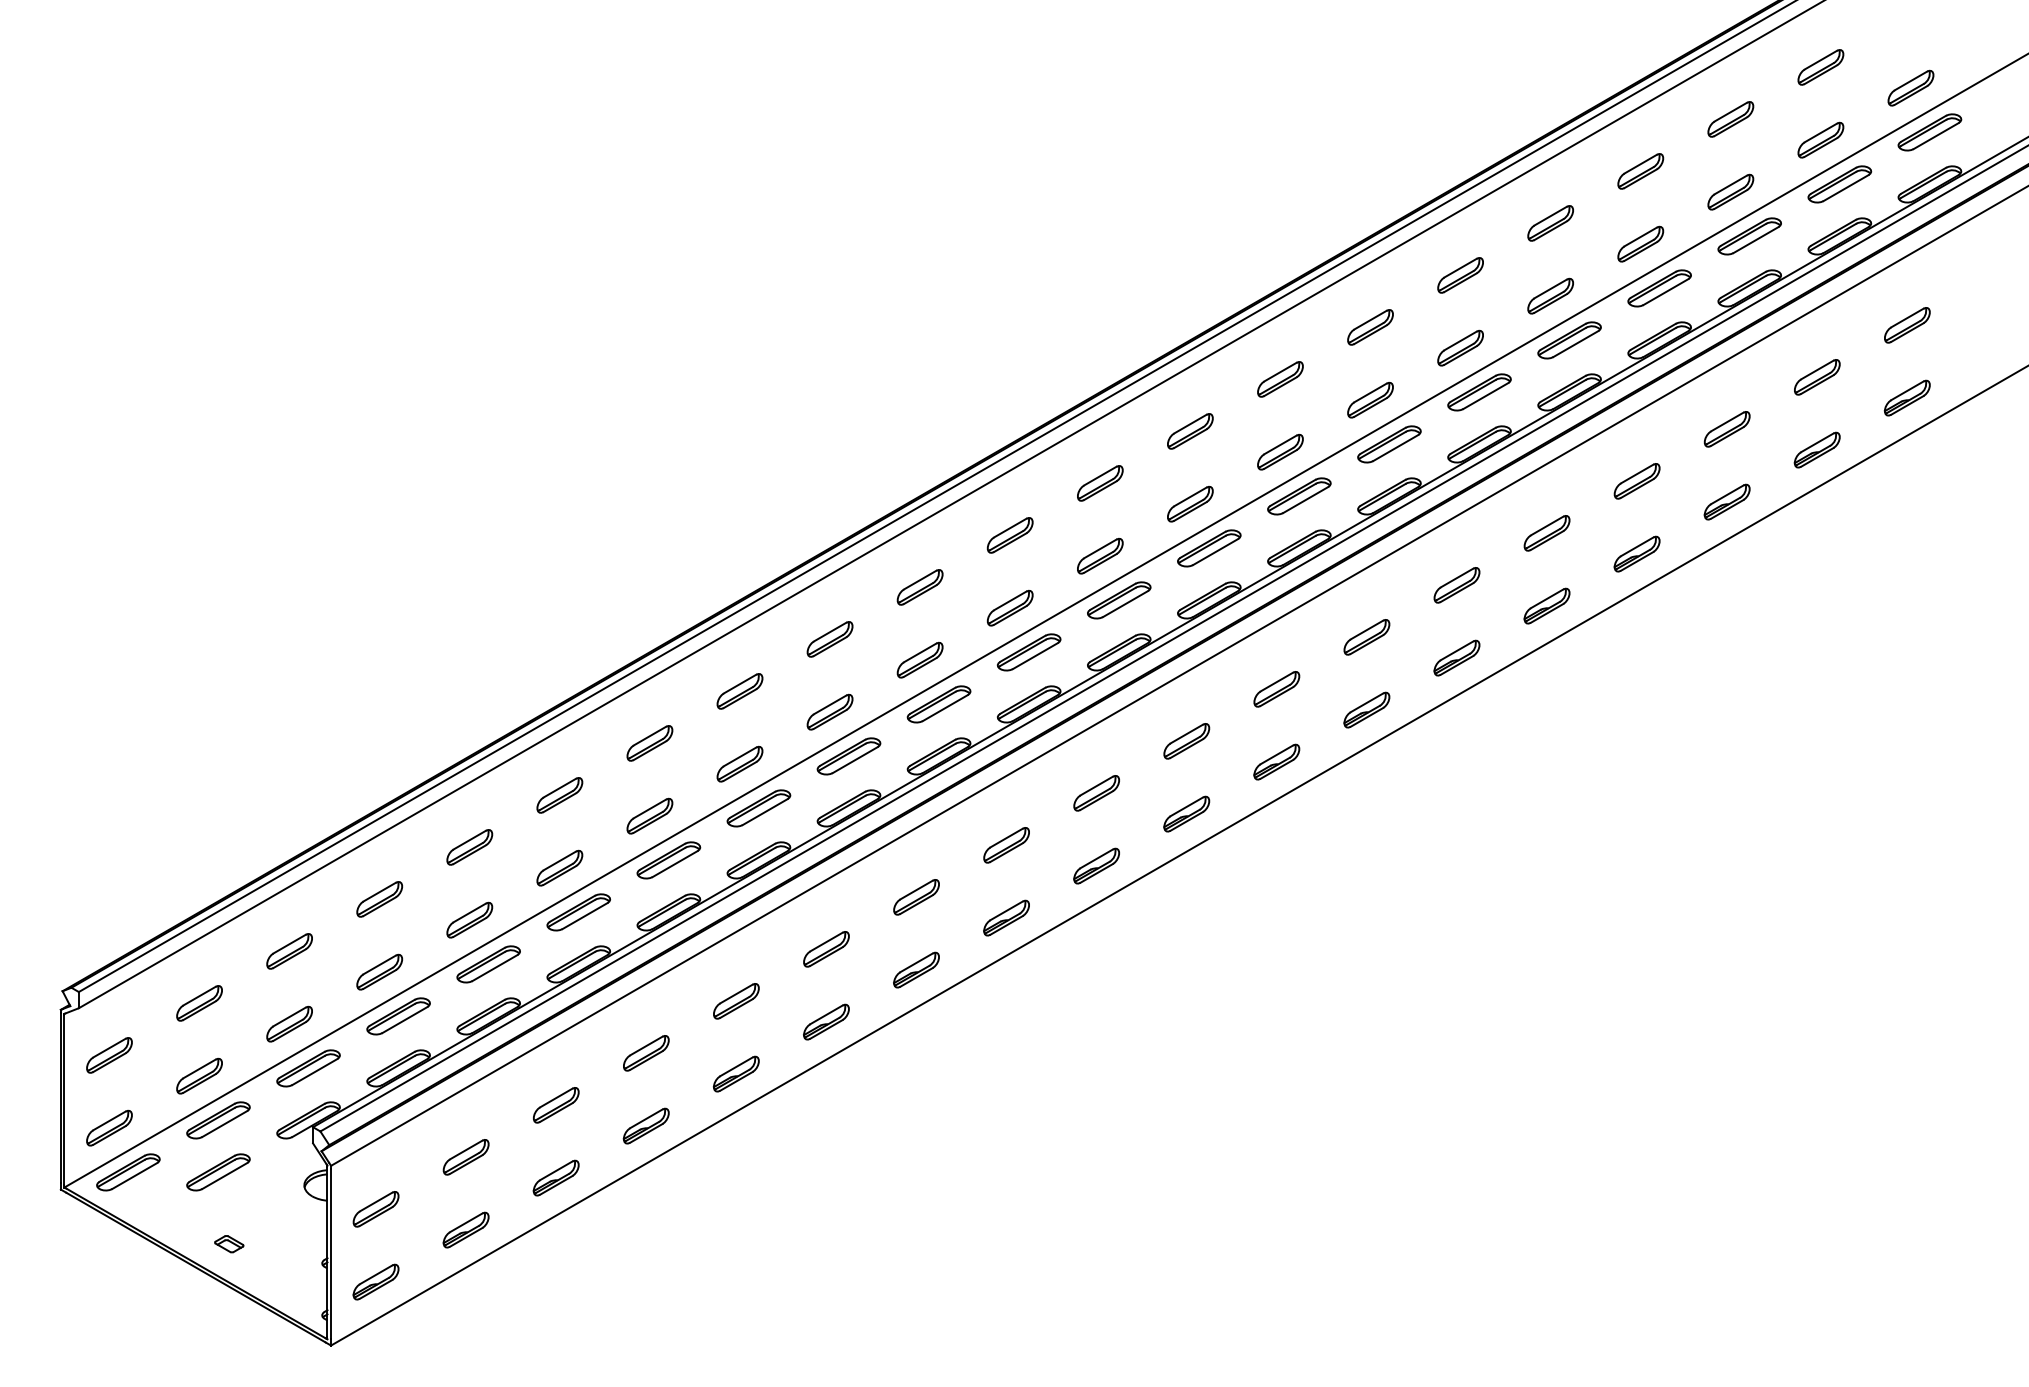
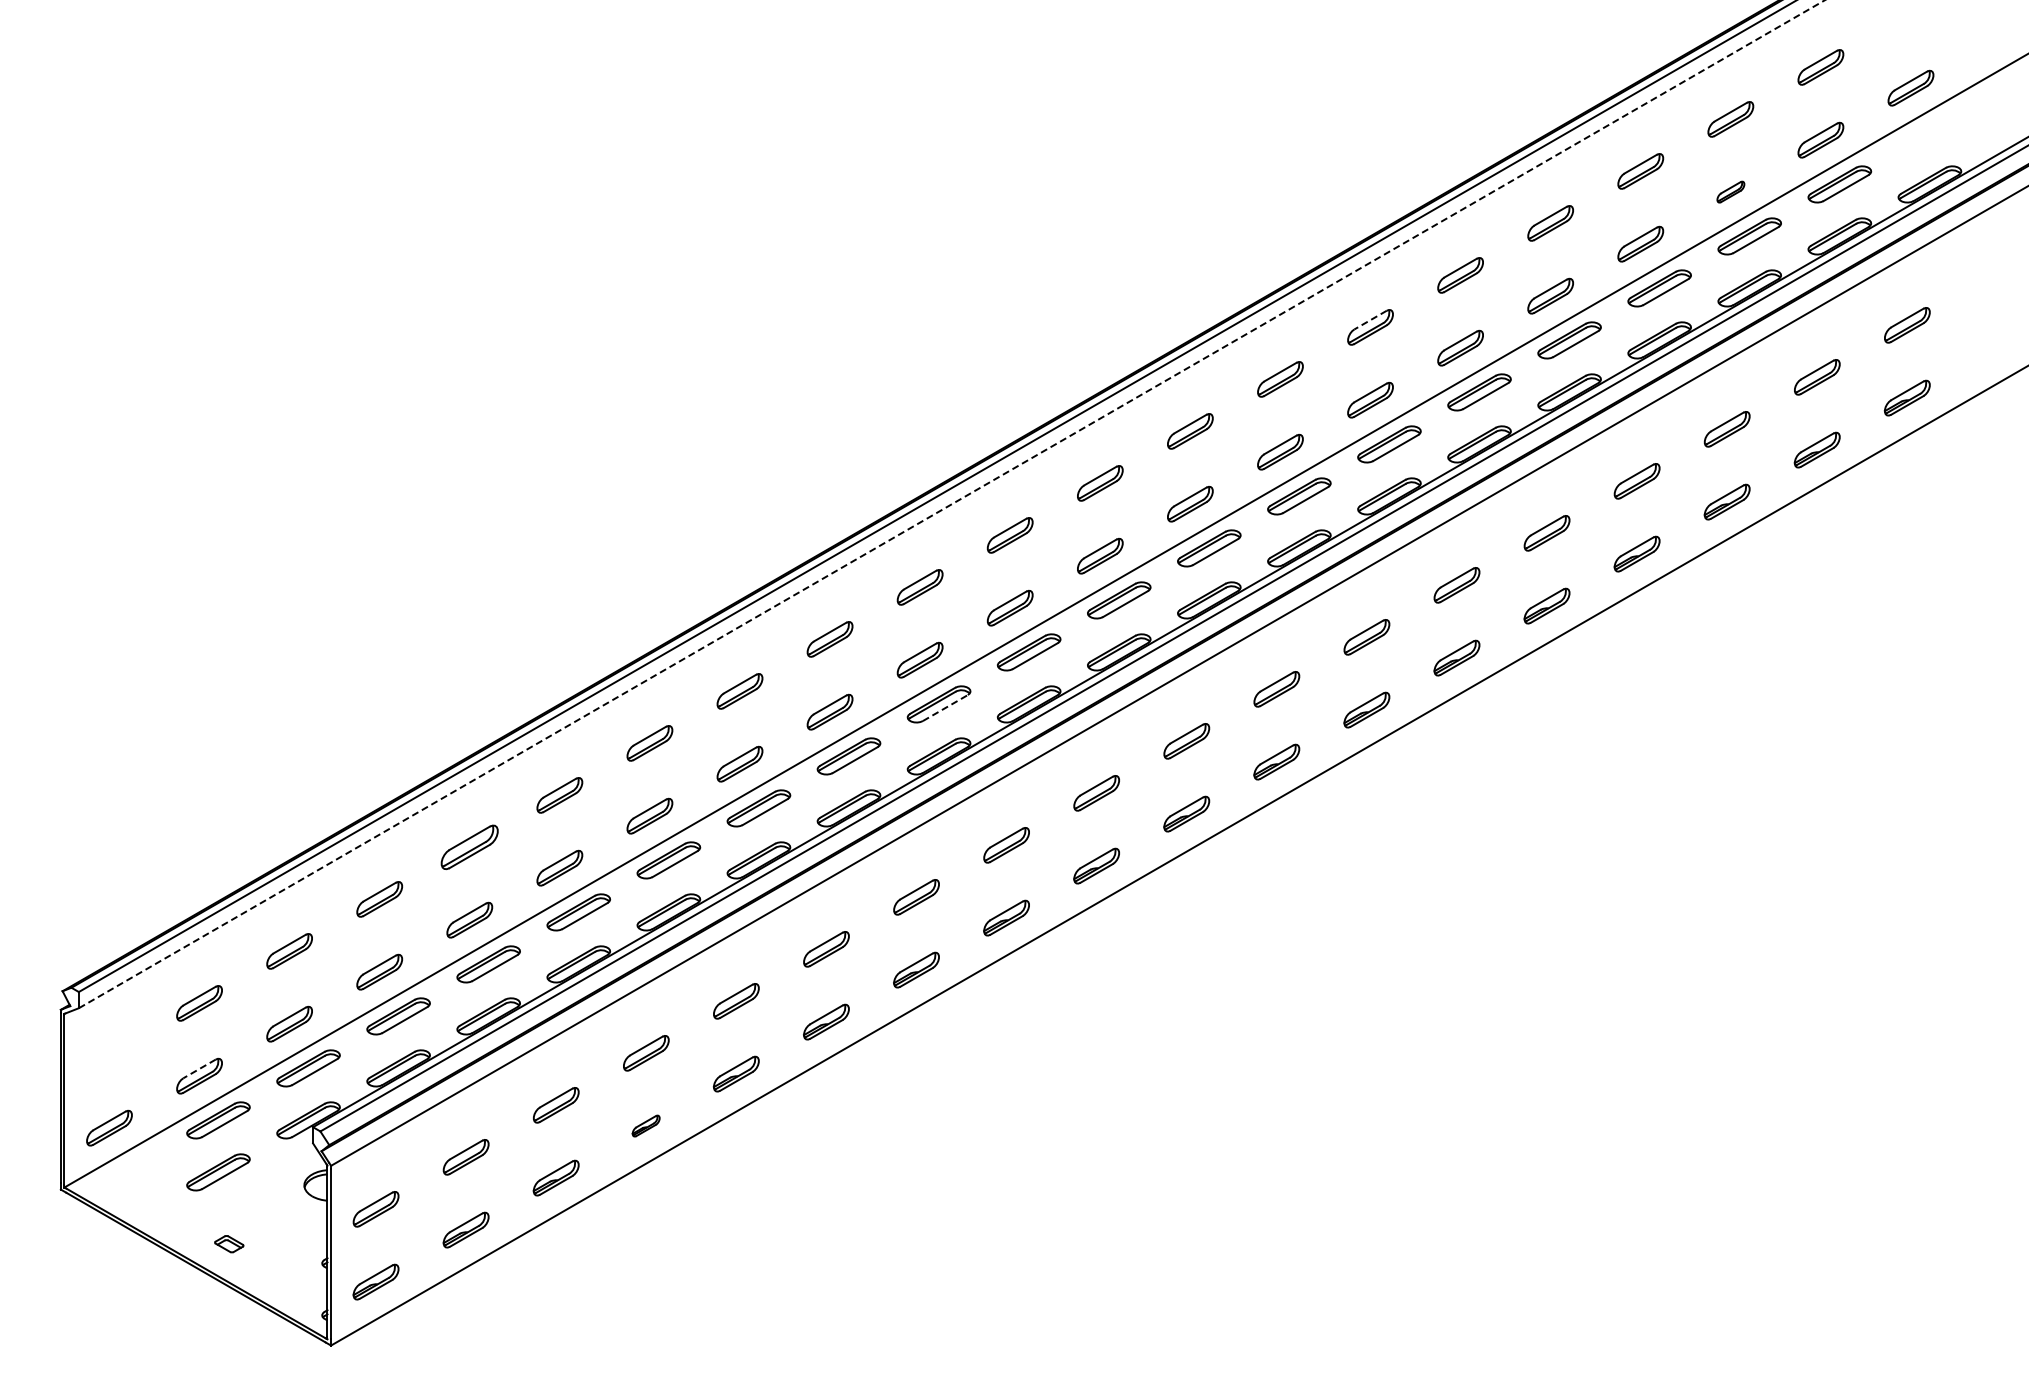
part at (1929, 132): present -> none
part at (1730, 191) size: 48x38 px -> 30x24 px
line at (1370, 320): solid -> dashed
line at (951, 504): solid -> dashed
line at (945, 708): solid -> dashed
part at (469, 847) size: 48x37 px -> 59x47 px
part at (109, 1055): present -> none
line at (199, 1068): solid -> dashed
part at (645, 1125) size: 48x38 px -> 30x24 px
part at (128, 1172): present -> none
